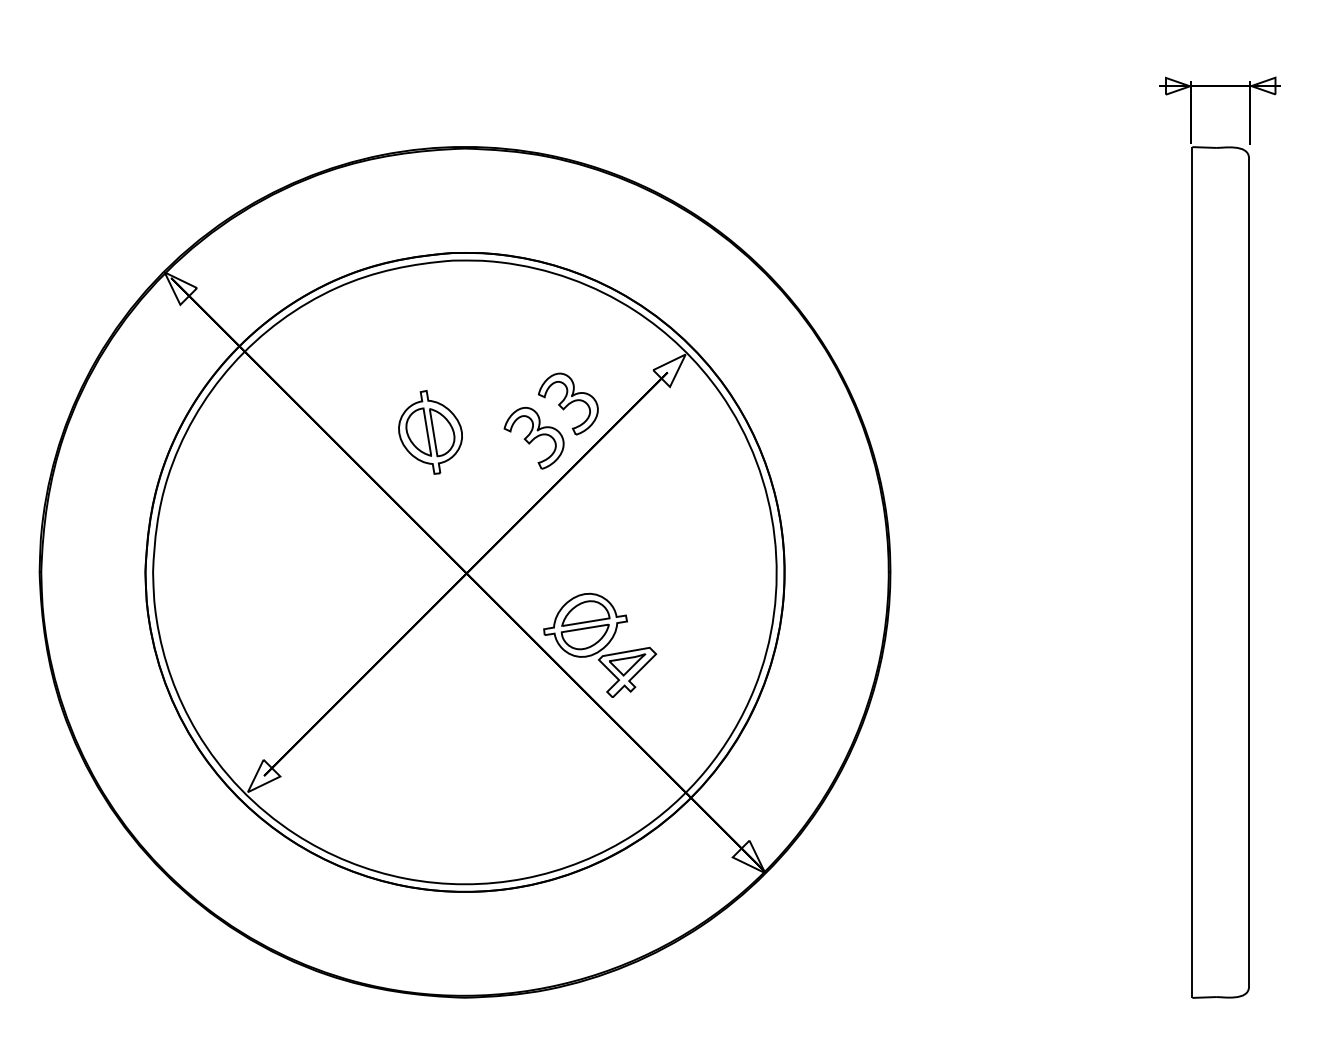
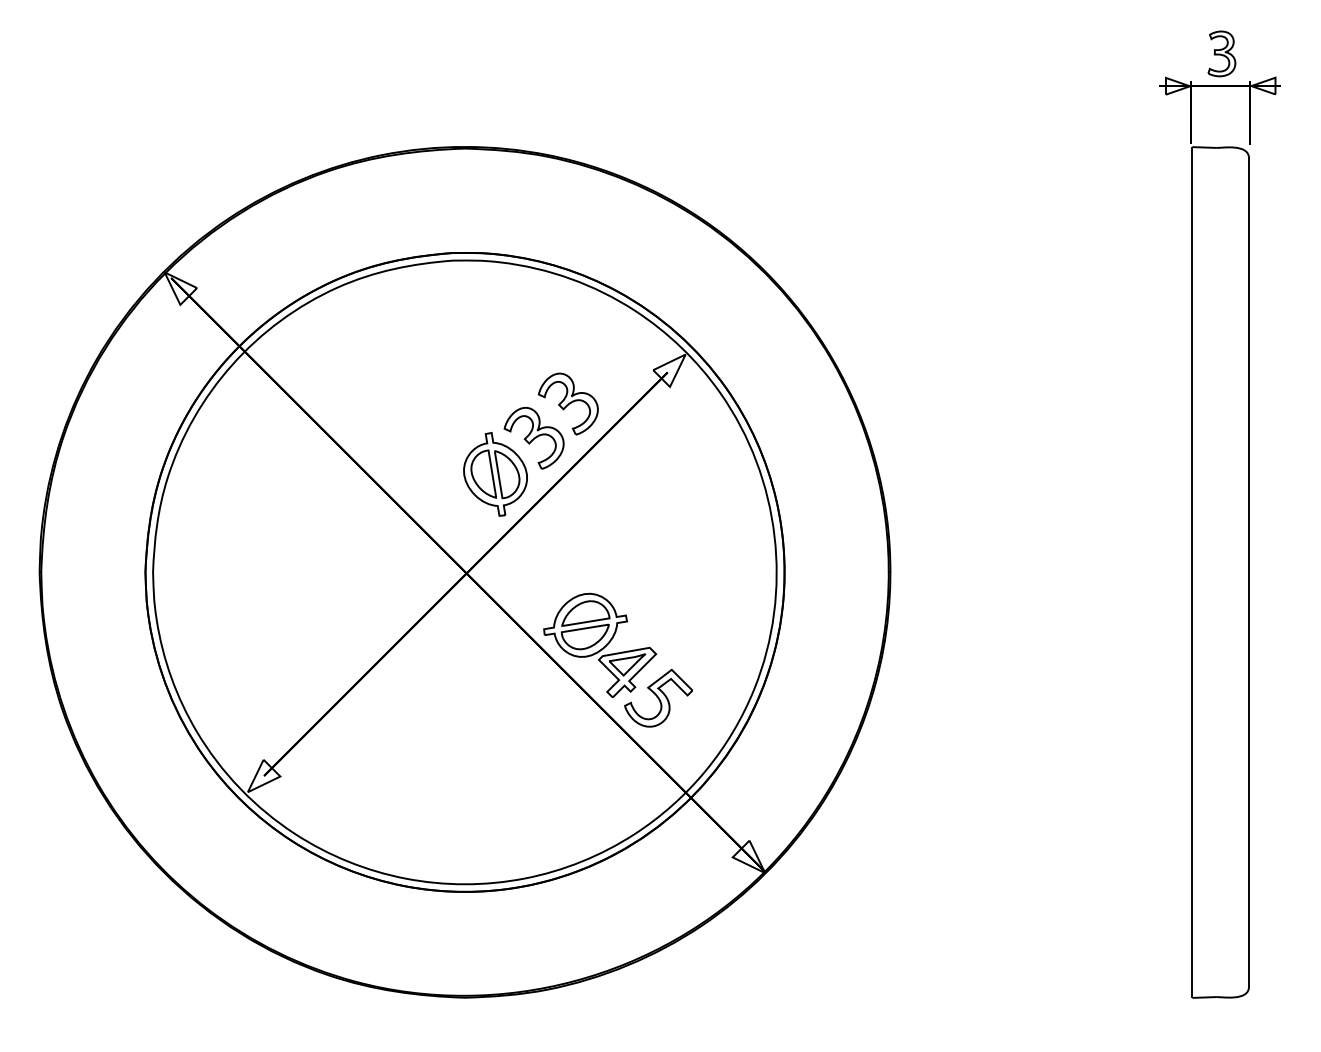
part at (1221, 53): none -> present
part at (430, 432) position: (430, 432) -> (495, 474)
part at (658, 697): none -> present
